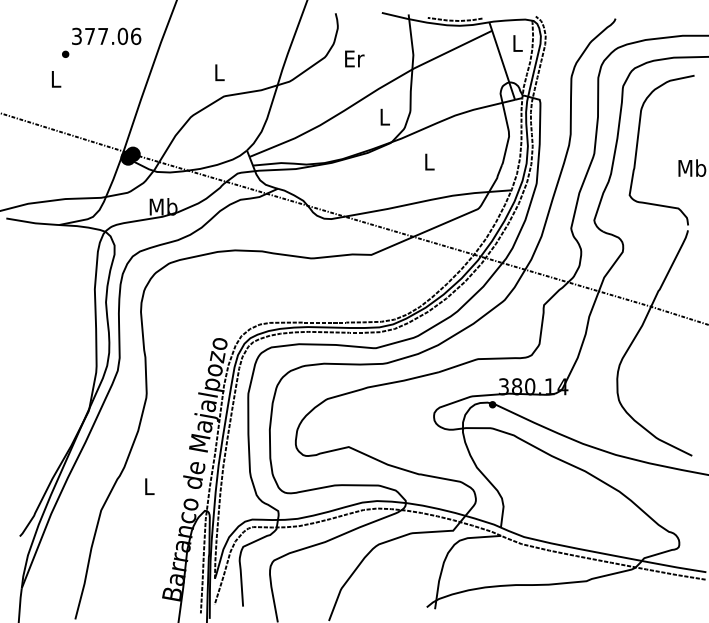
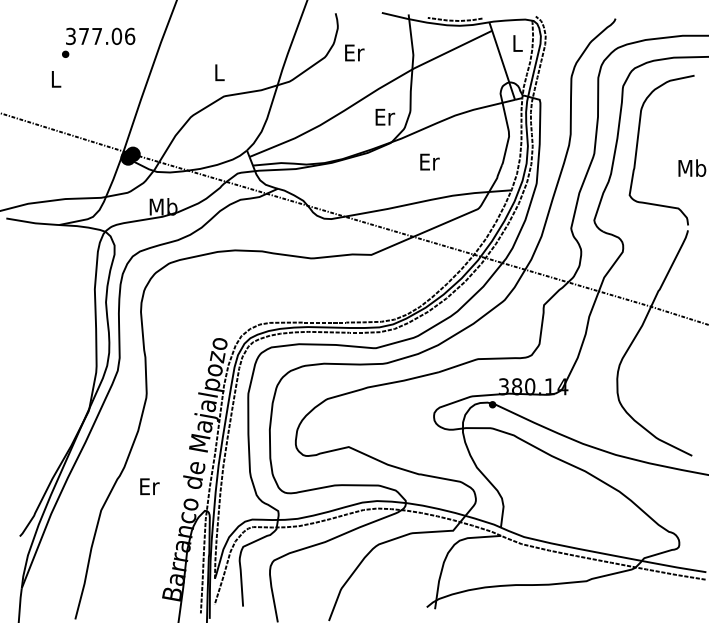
text at (106, 35) position: (106, 35) -> (100, 35)
text at (354, 58) position: (354, 58) -> (354, 52)
text at (385, 116): L -> Er
text at (429, 161): L -> Er
text at (149, 486): L -> Er
